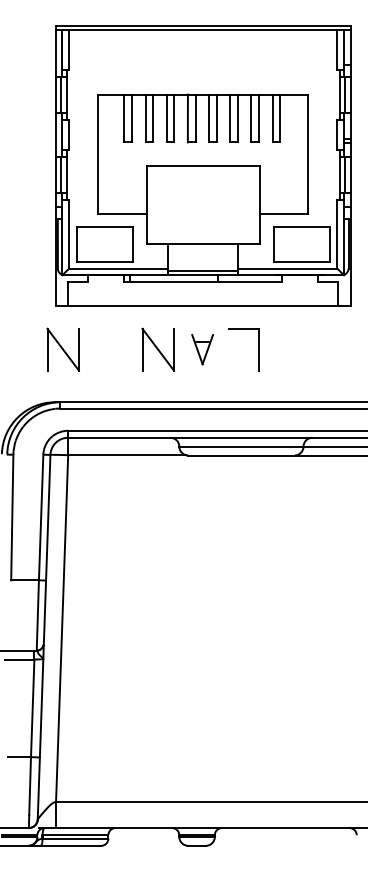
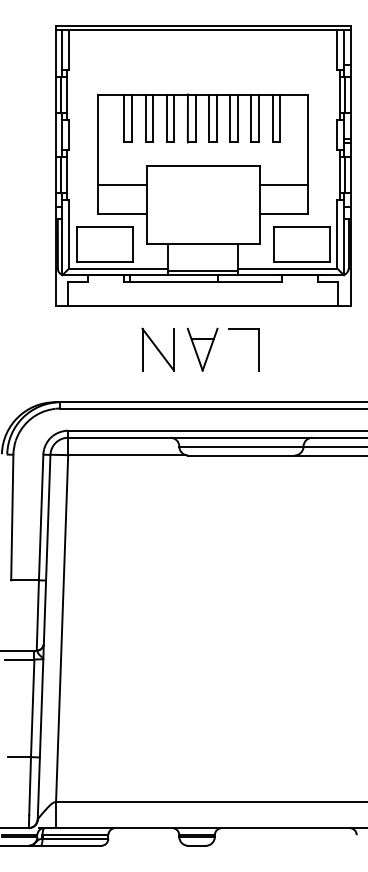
line at (122, 184): none -> present
line at (283, 184): none -> present
part at (62, 349): present -> none
part at (202, 349) size: 23x32 px -> 33x45 px
